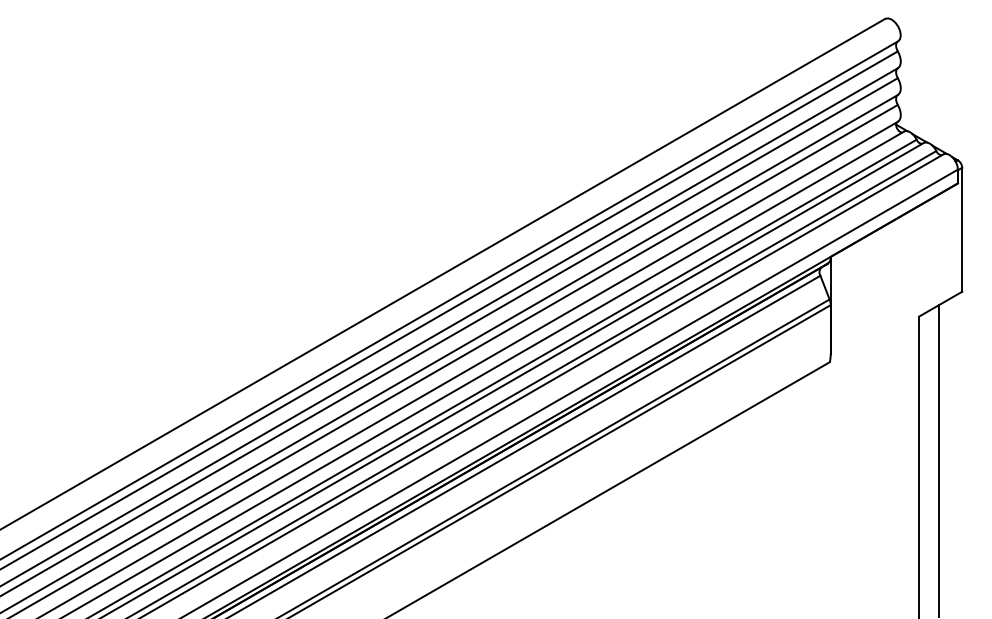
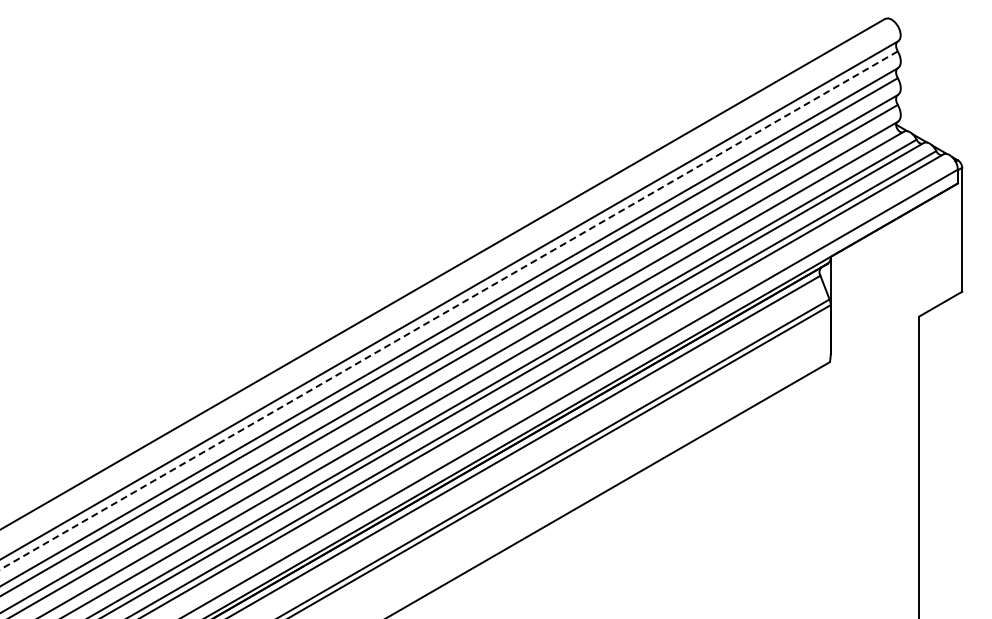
line at (449, 310): solid -> dashed
line at (939, 459): present -> none
